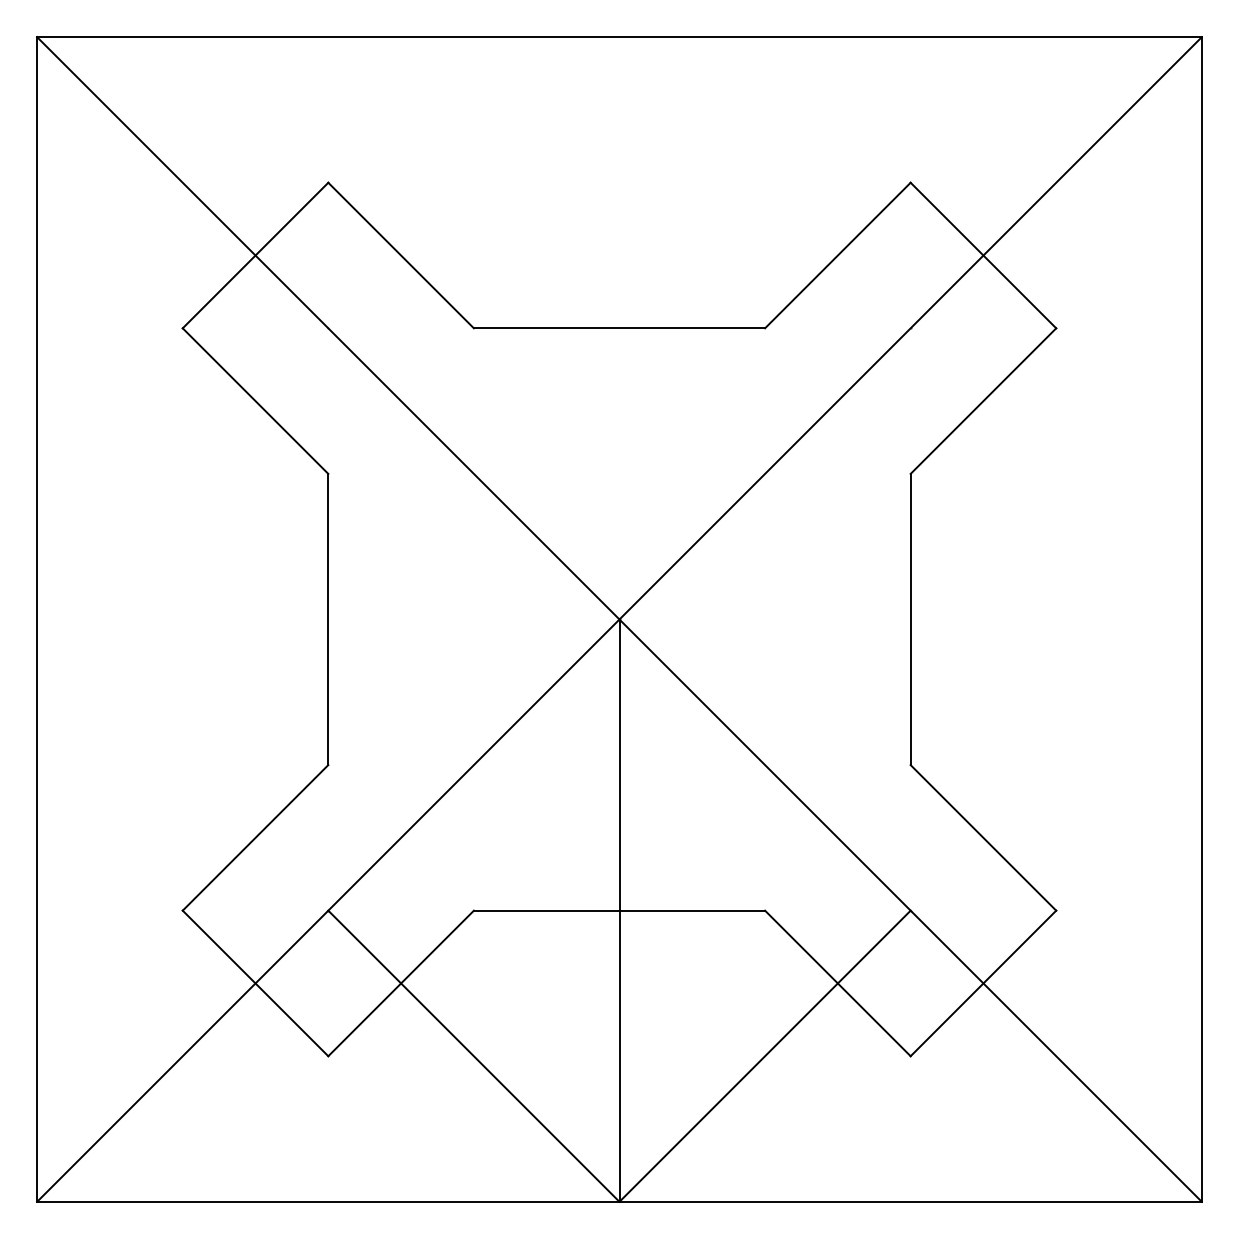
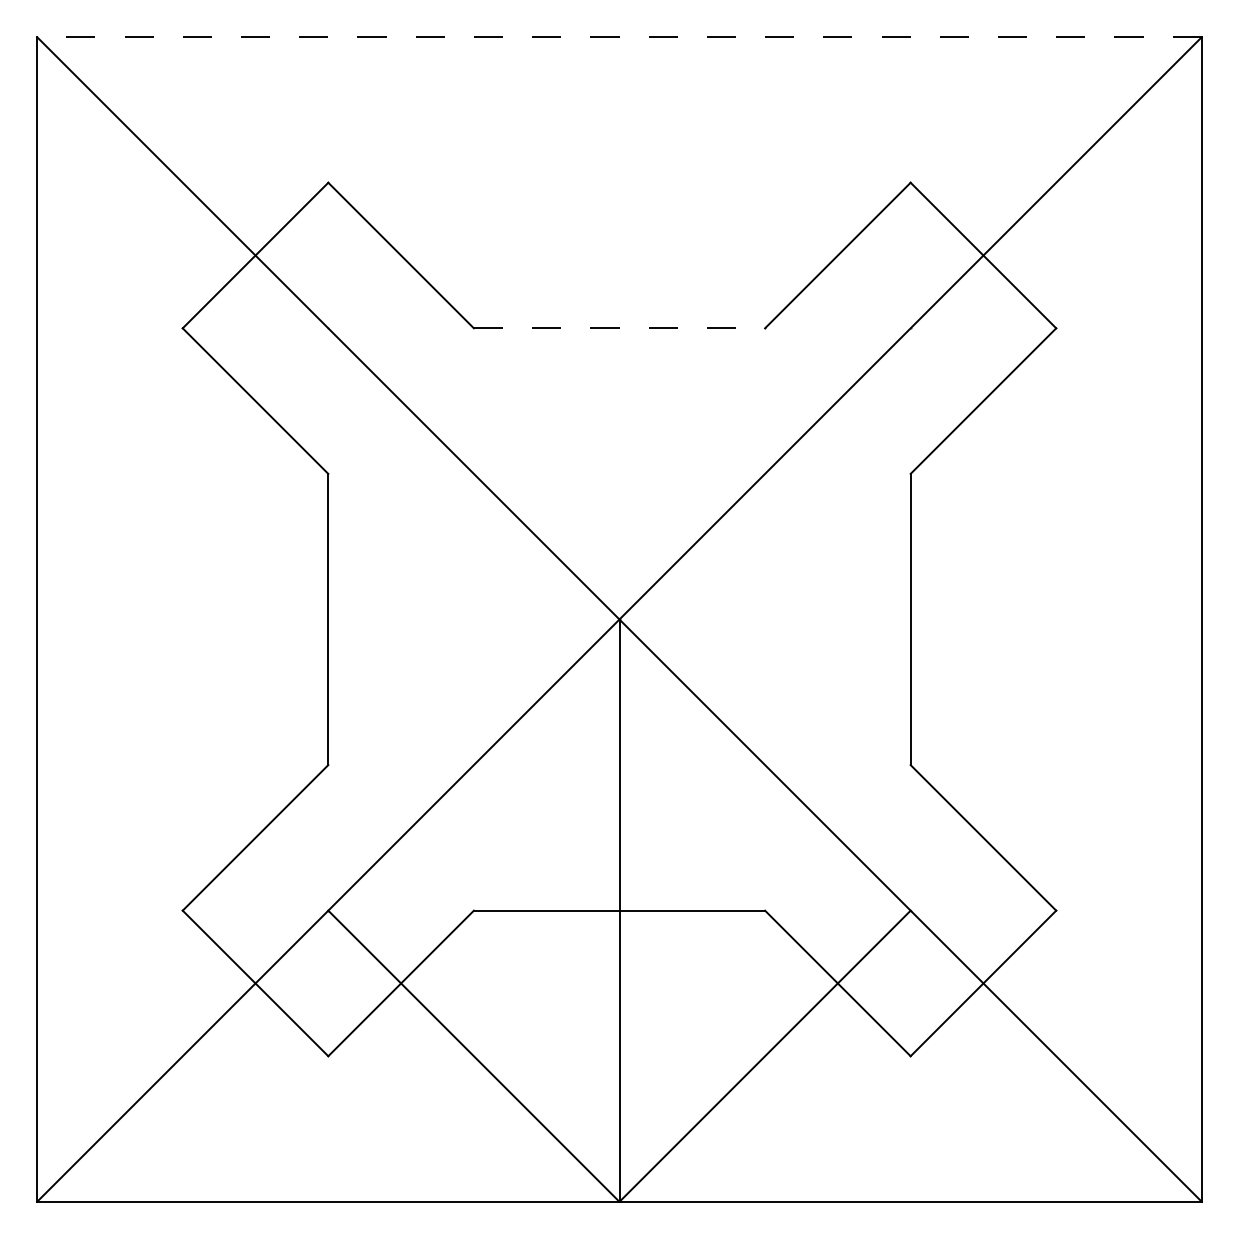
line at (619, 37): solid -> dashed
line at (619, 328): solid -> dashed
